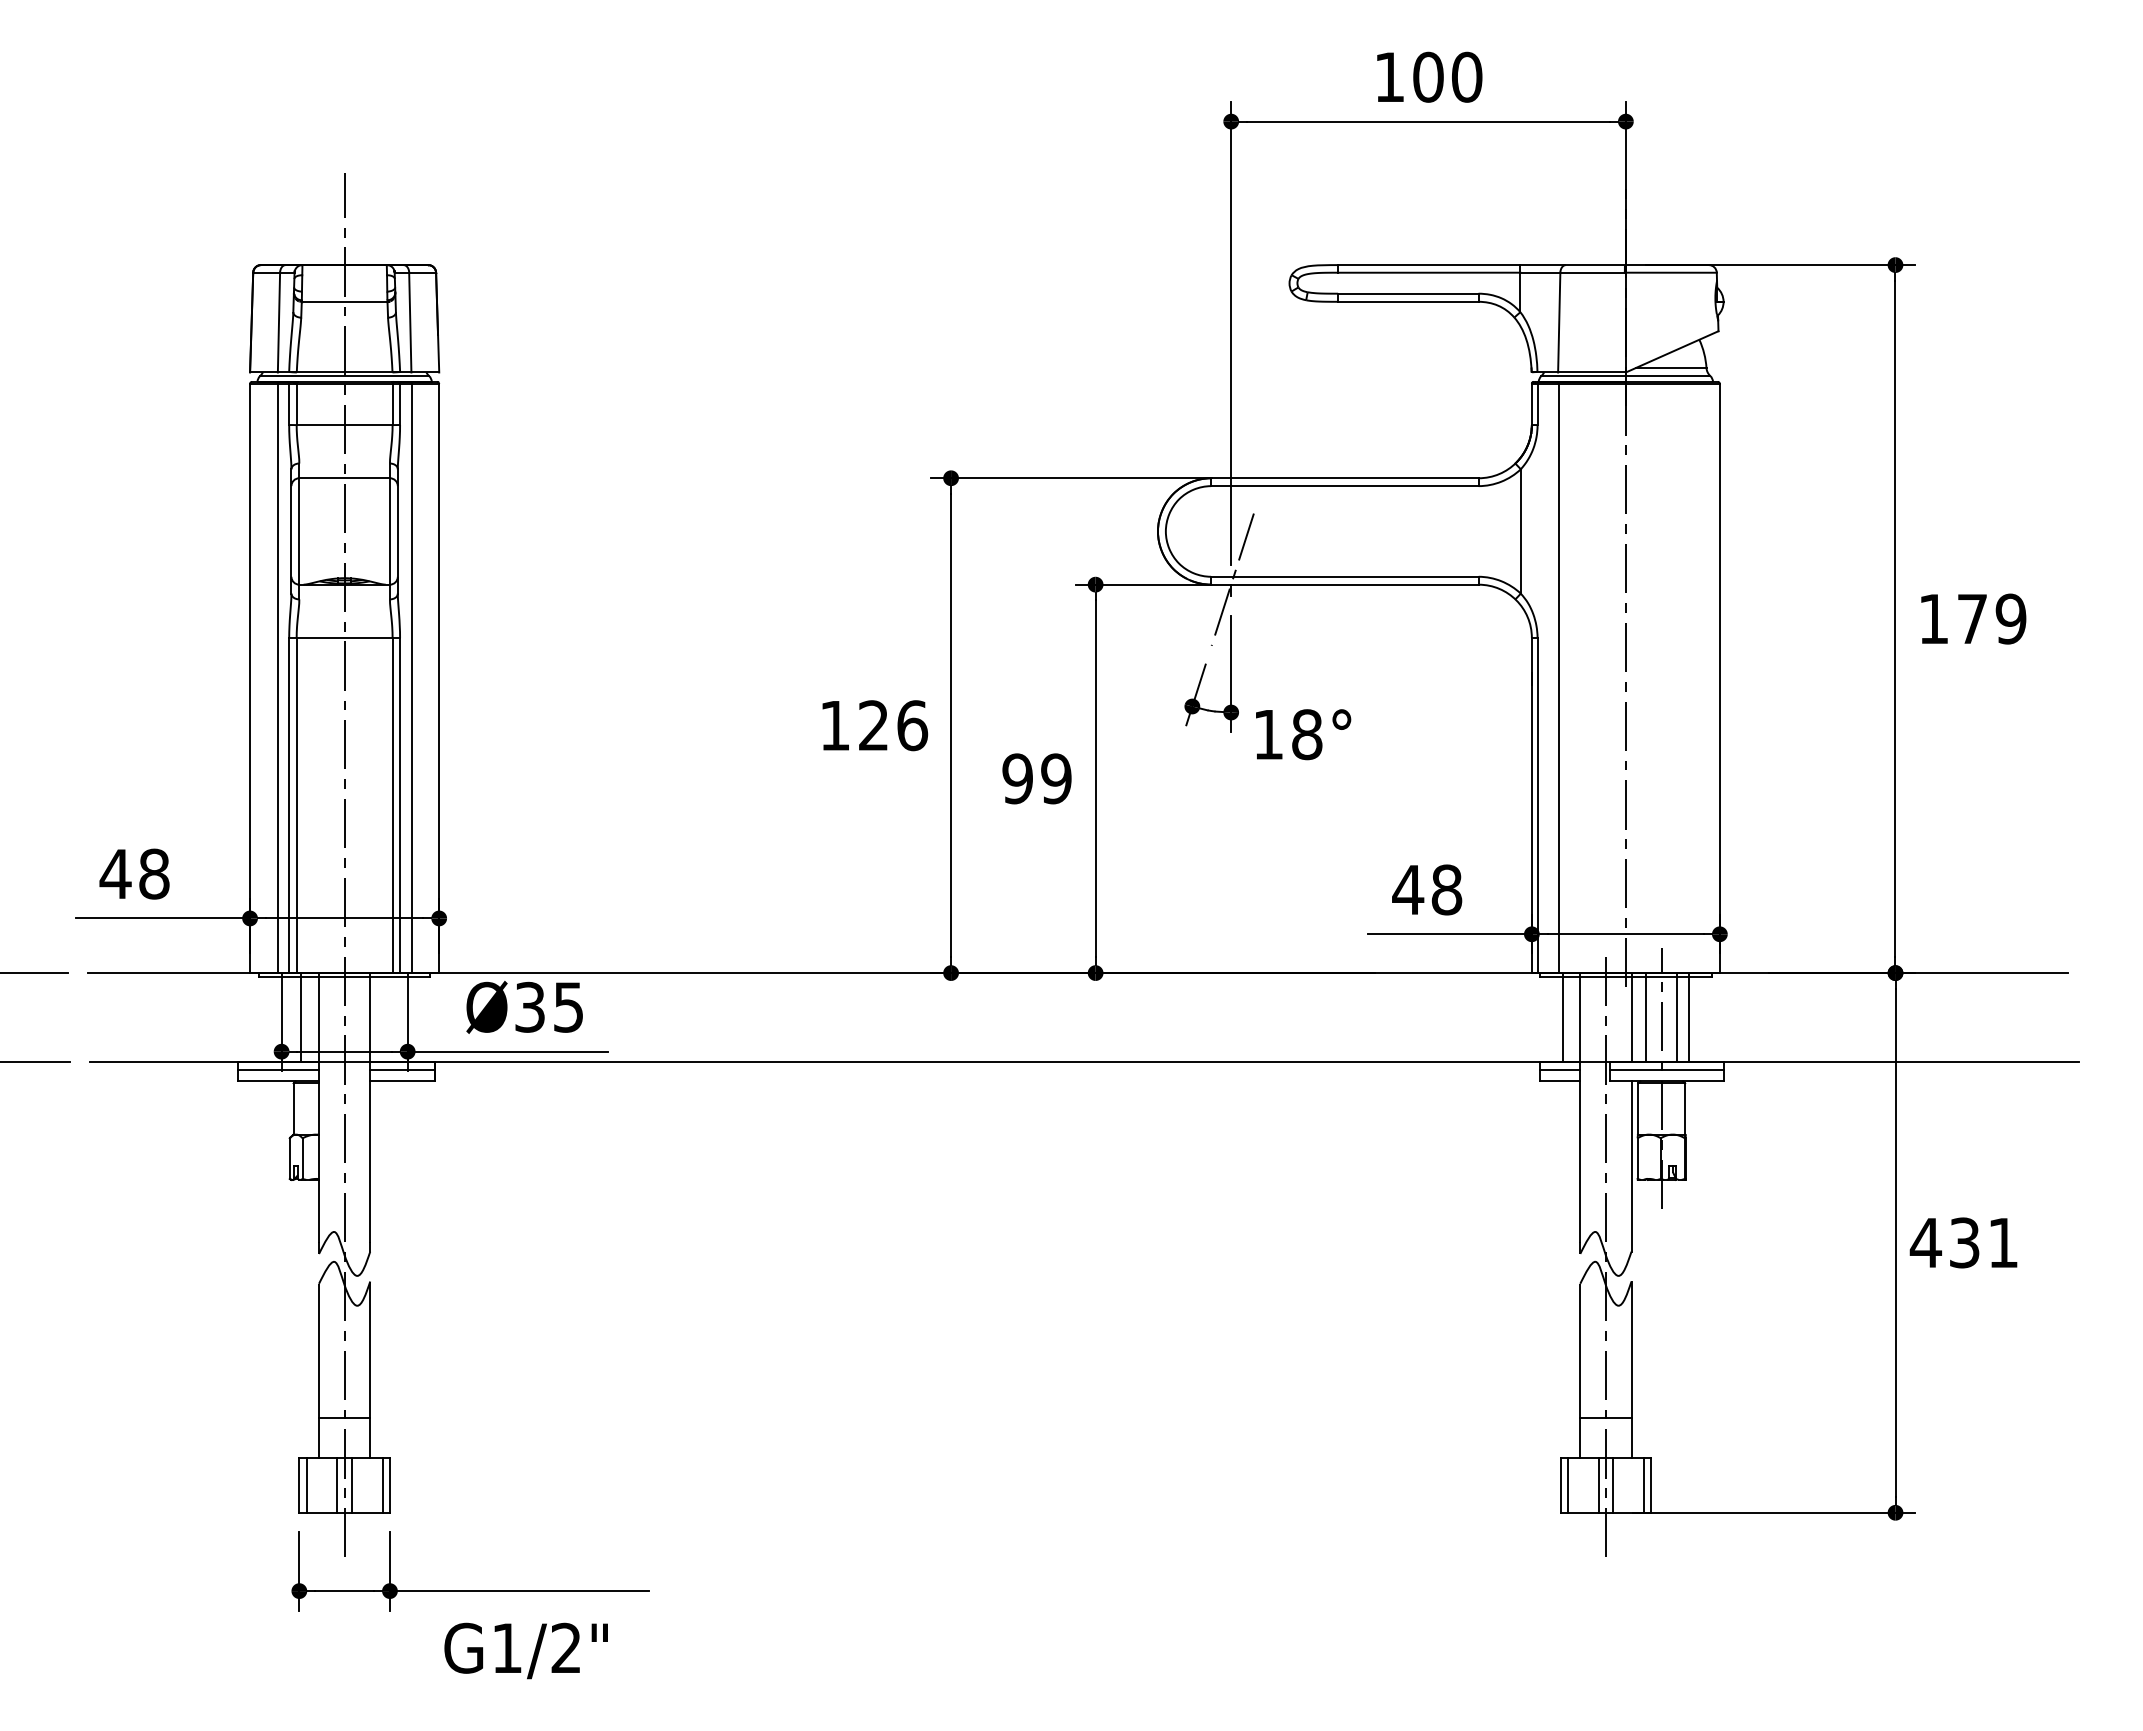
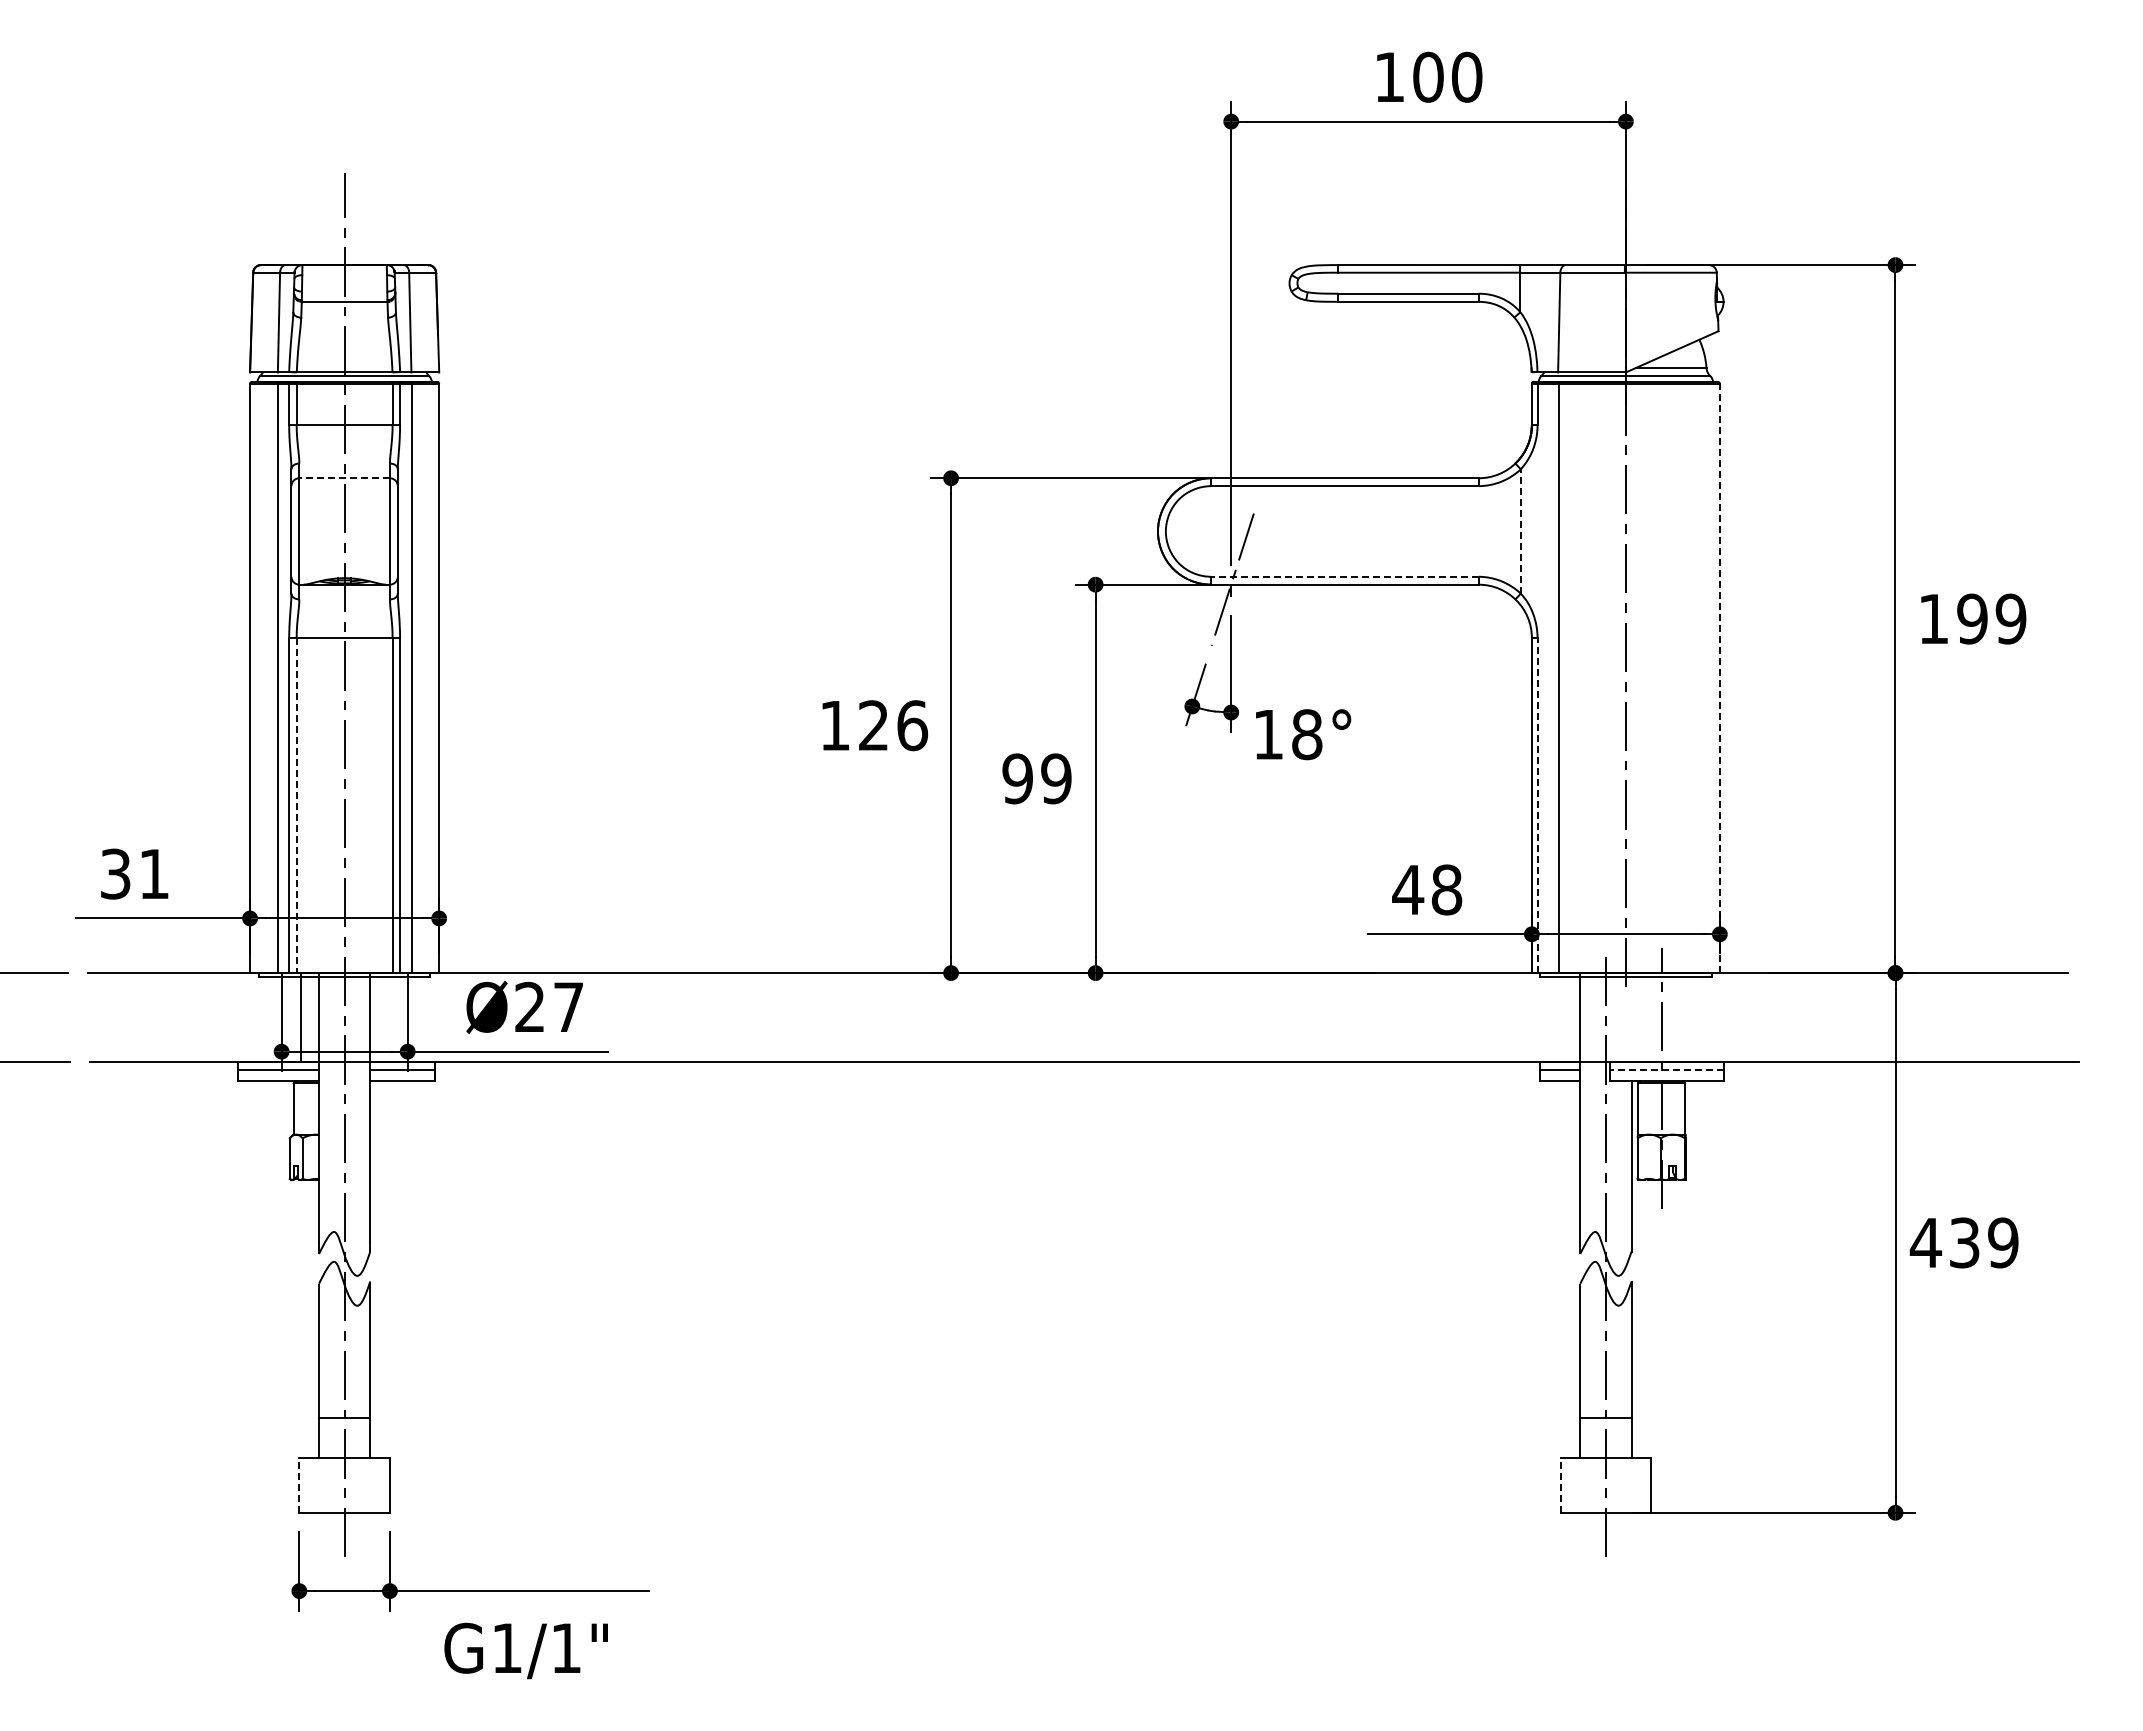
line at (344, 478): solid -> dashed
line at (1520, 530): solid -> dashed
line at (1344, 576): solid -> dashed
text at (1972, 618): 179 -> 199
line at (1719, 678): solid -> dashed
line at (296, 805): solid -> dashed
line at (1537, 805): solid -> dashed
text at (134, 873): 48 -> 31
text at (548, 1007): Ø35 -> Ø27
line at (1562, 1017): present -> none
line at (1631, 1017): present -> none
line at (1645, 1017): present -> none
line at (1677, 1017): present -> none
line at (1688, 1017): present -> none
line at (1666, 1069): solid -> dashed
text at (2003, 1242): 431 -> 439
line at (306, 1484): present -> none
line at (337, 1484): present -> none
line at (352, 1484): present -> none
line at (382, 1484): present -> none
line at (1567, 1484): present -> none
line at (1598, 1484): present -> none
line at (1613, 1484): present -> none
line at (1643, 1484): present -> none
line at (299, 1485): solid -> dashed
line at (1560, 1485): solid -> dashed
text at (565, 1647): G1/2" -> G1/1"
